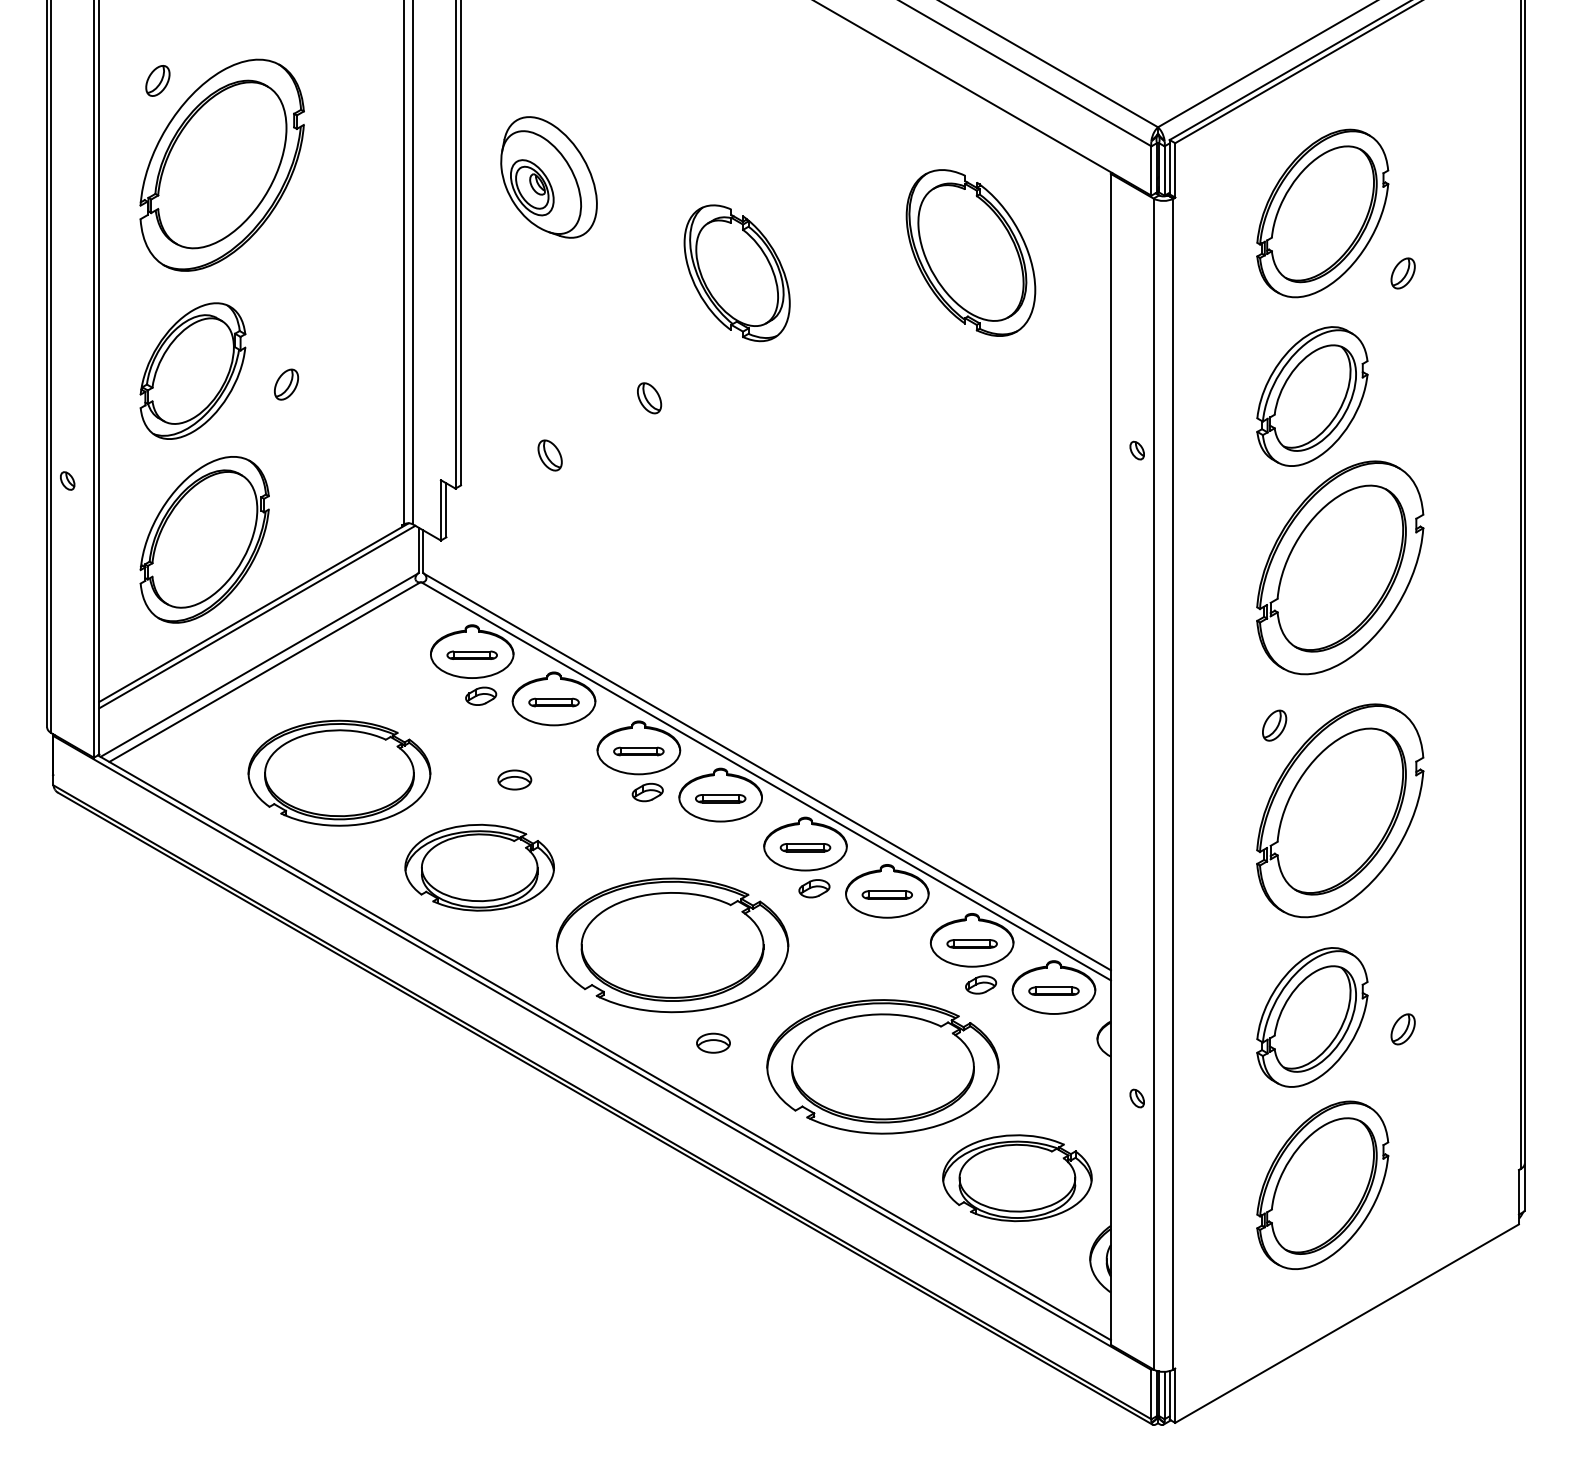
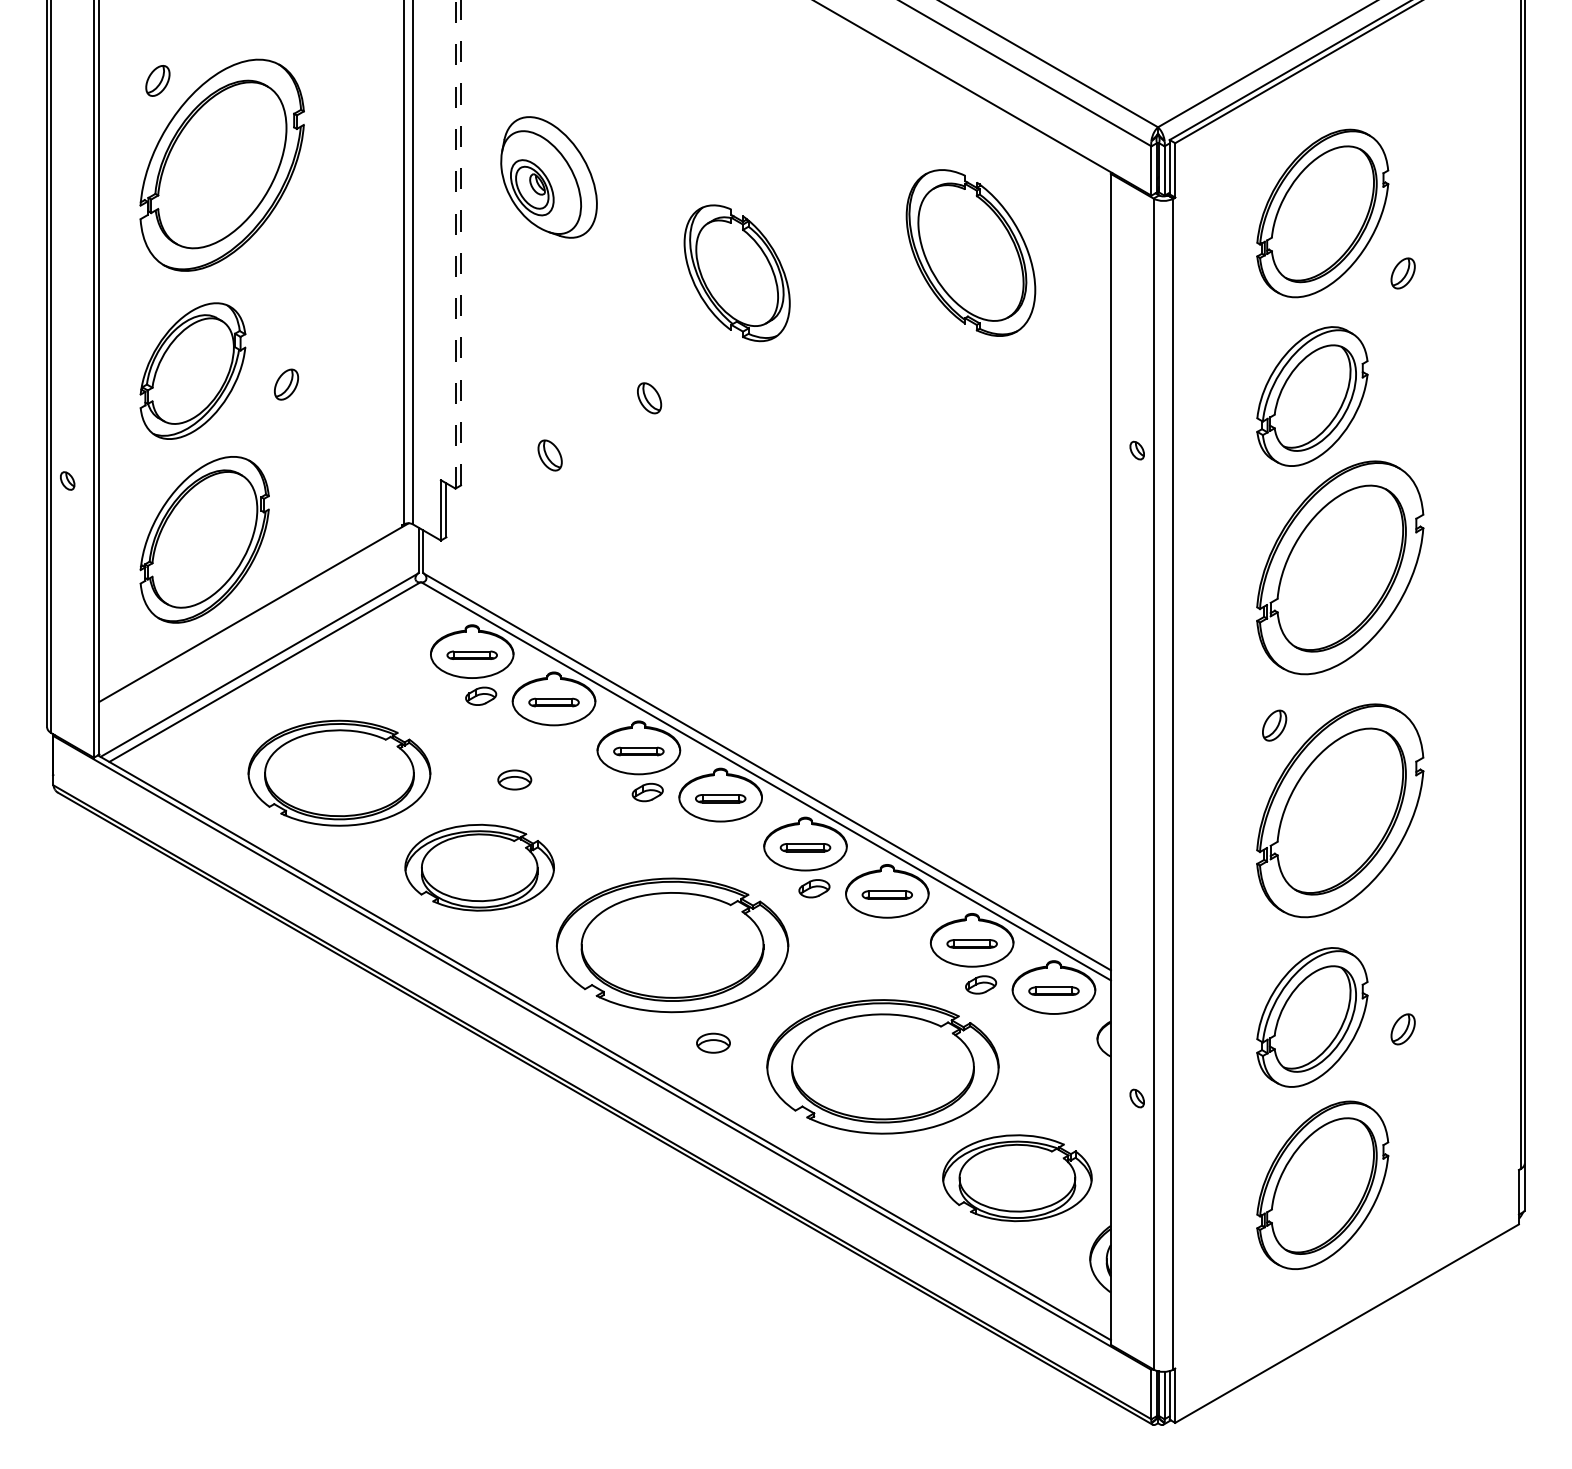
line at (461, 242): solid -> dashed
line at (455, 244): solid -> dashed
line at (257, 616): present -> none
